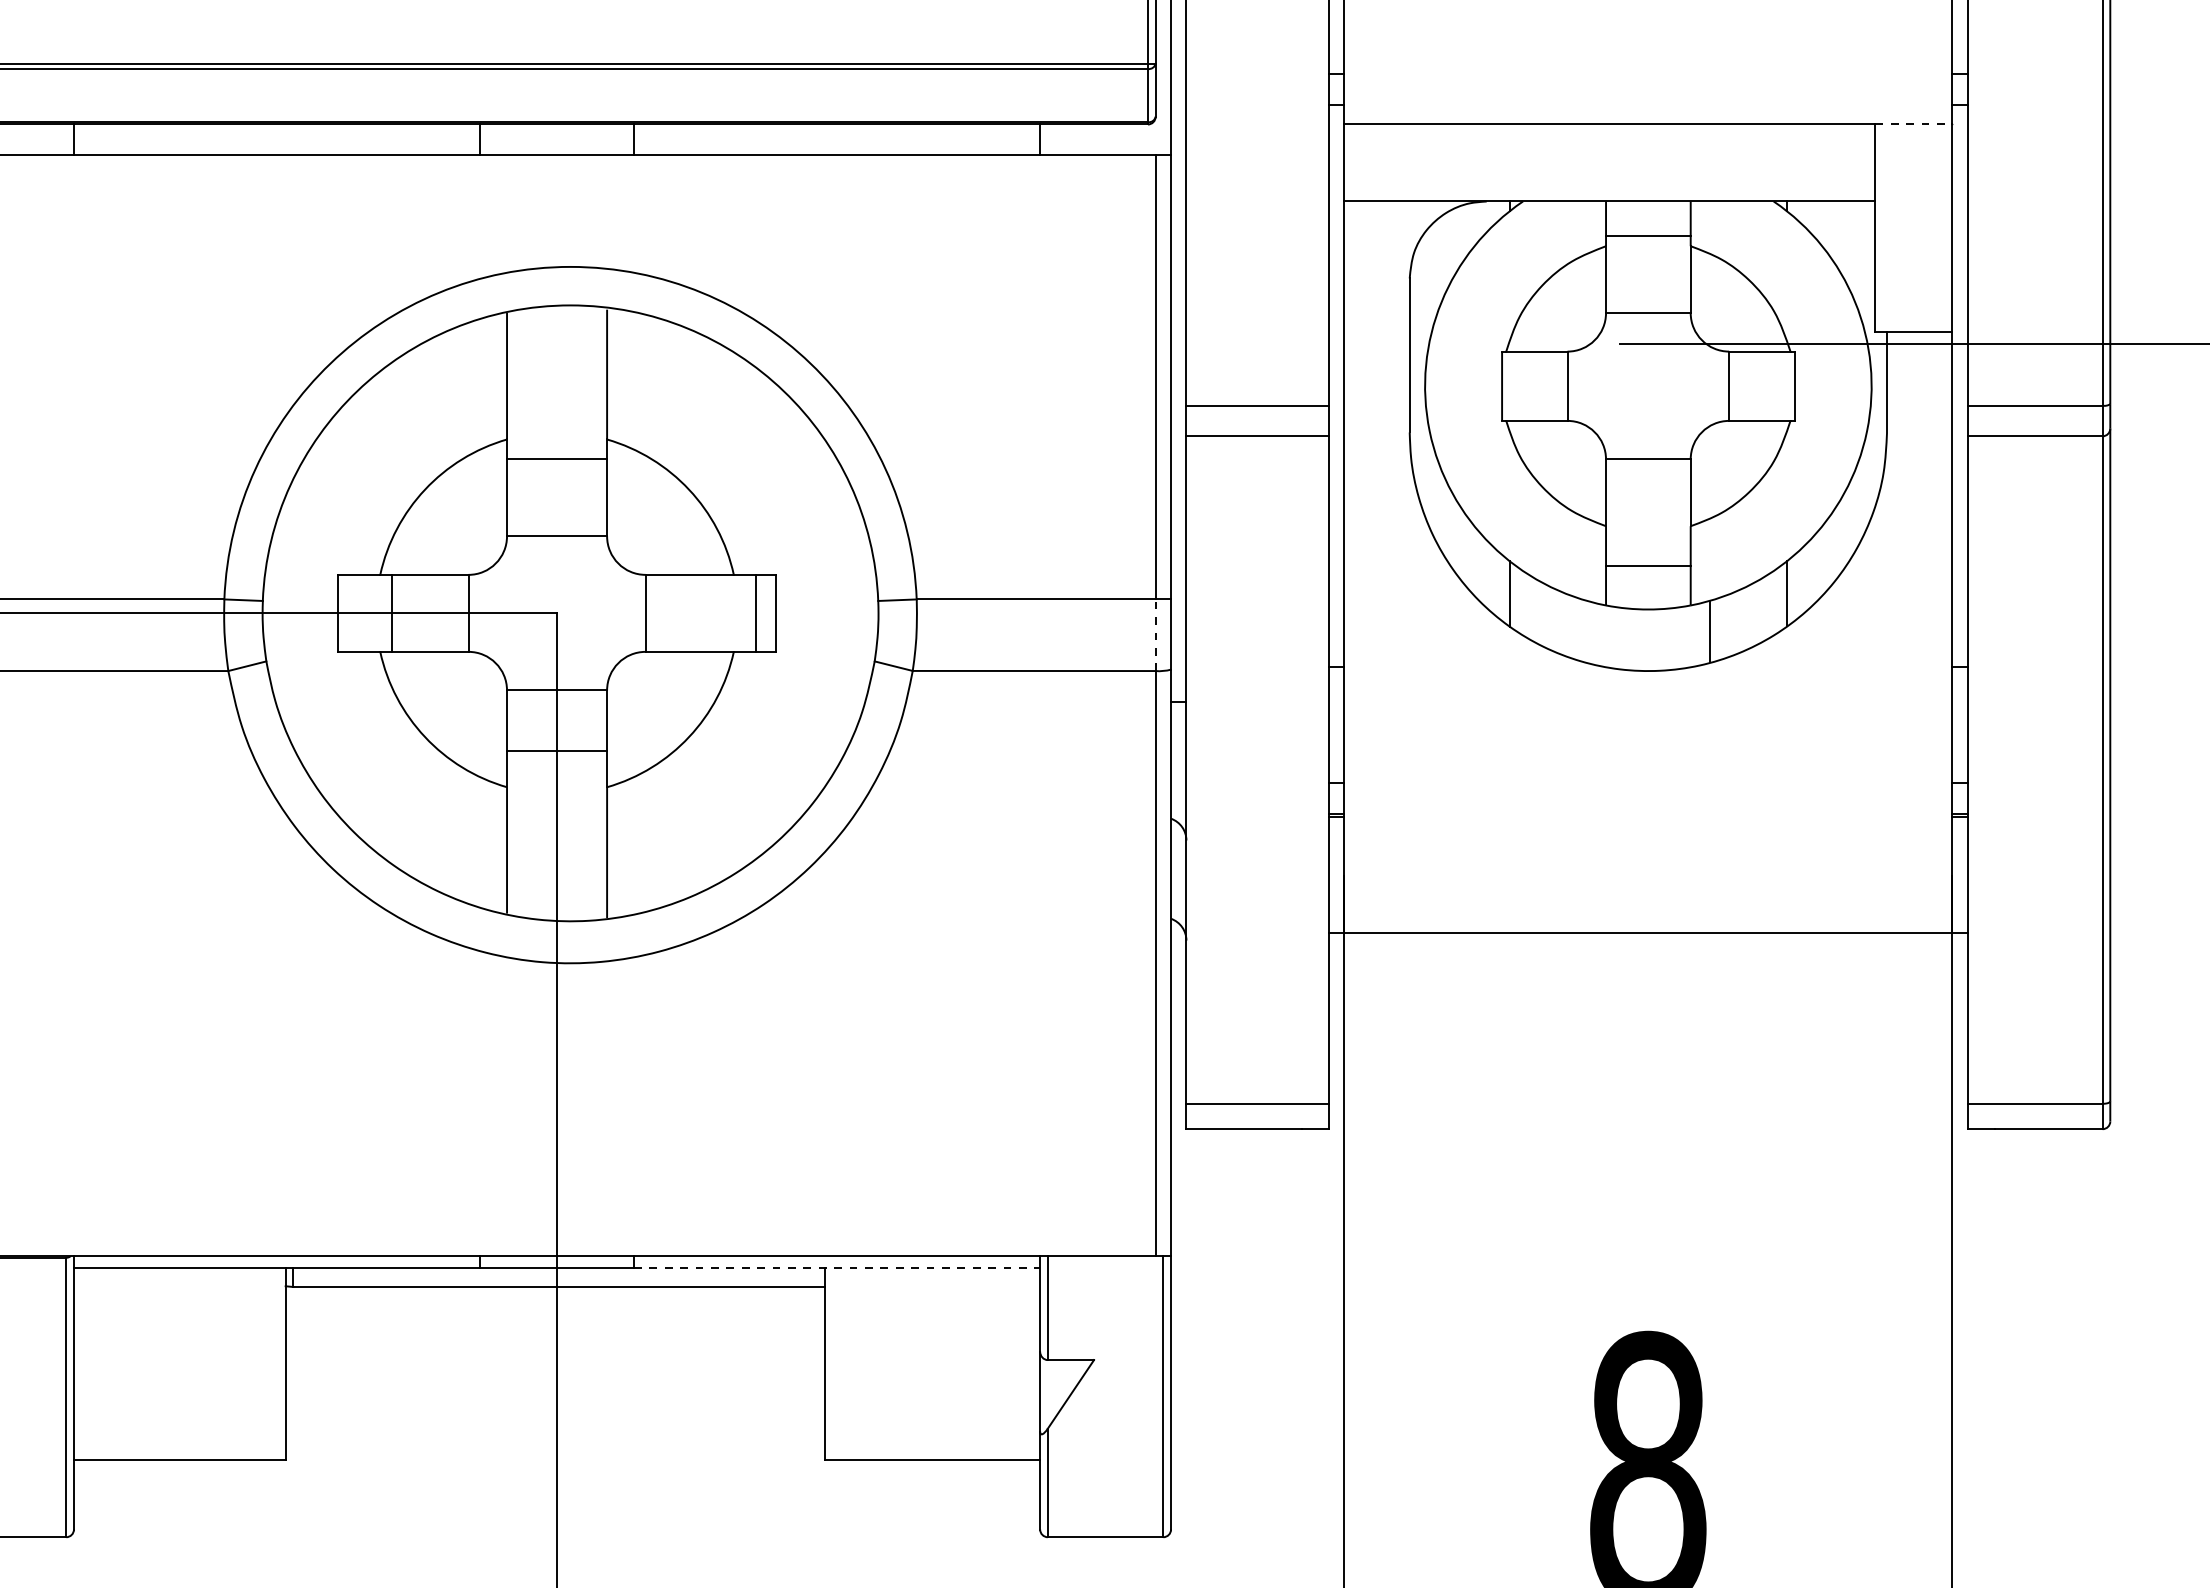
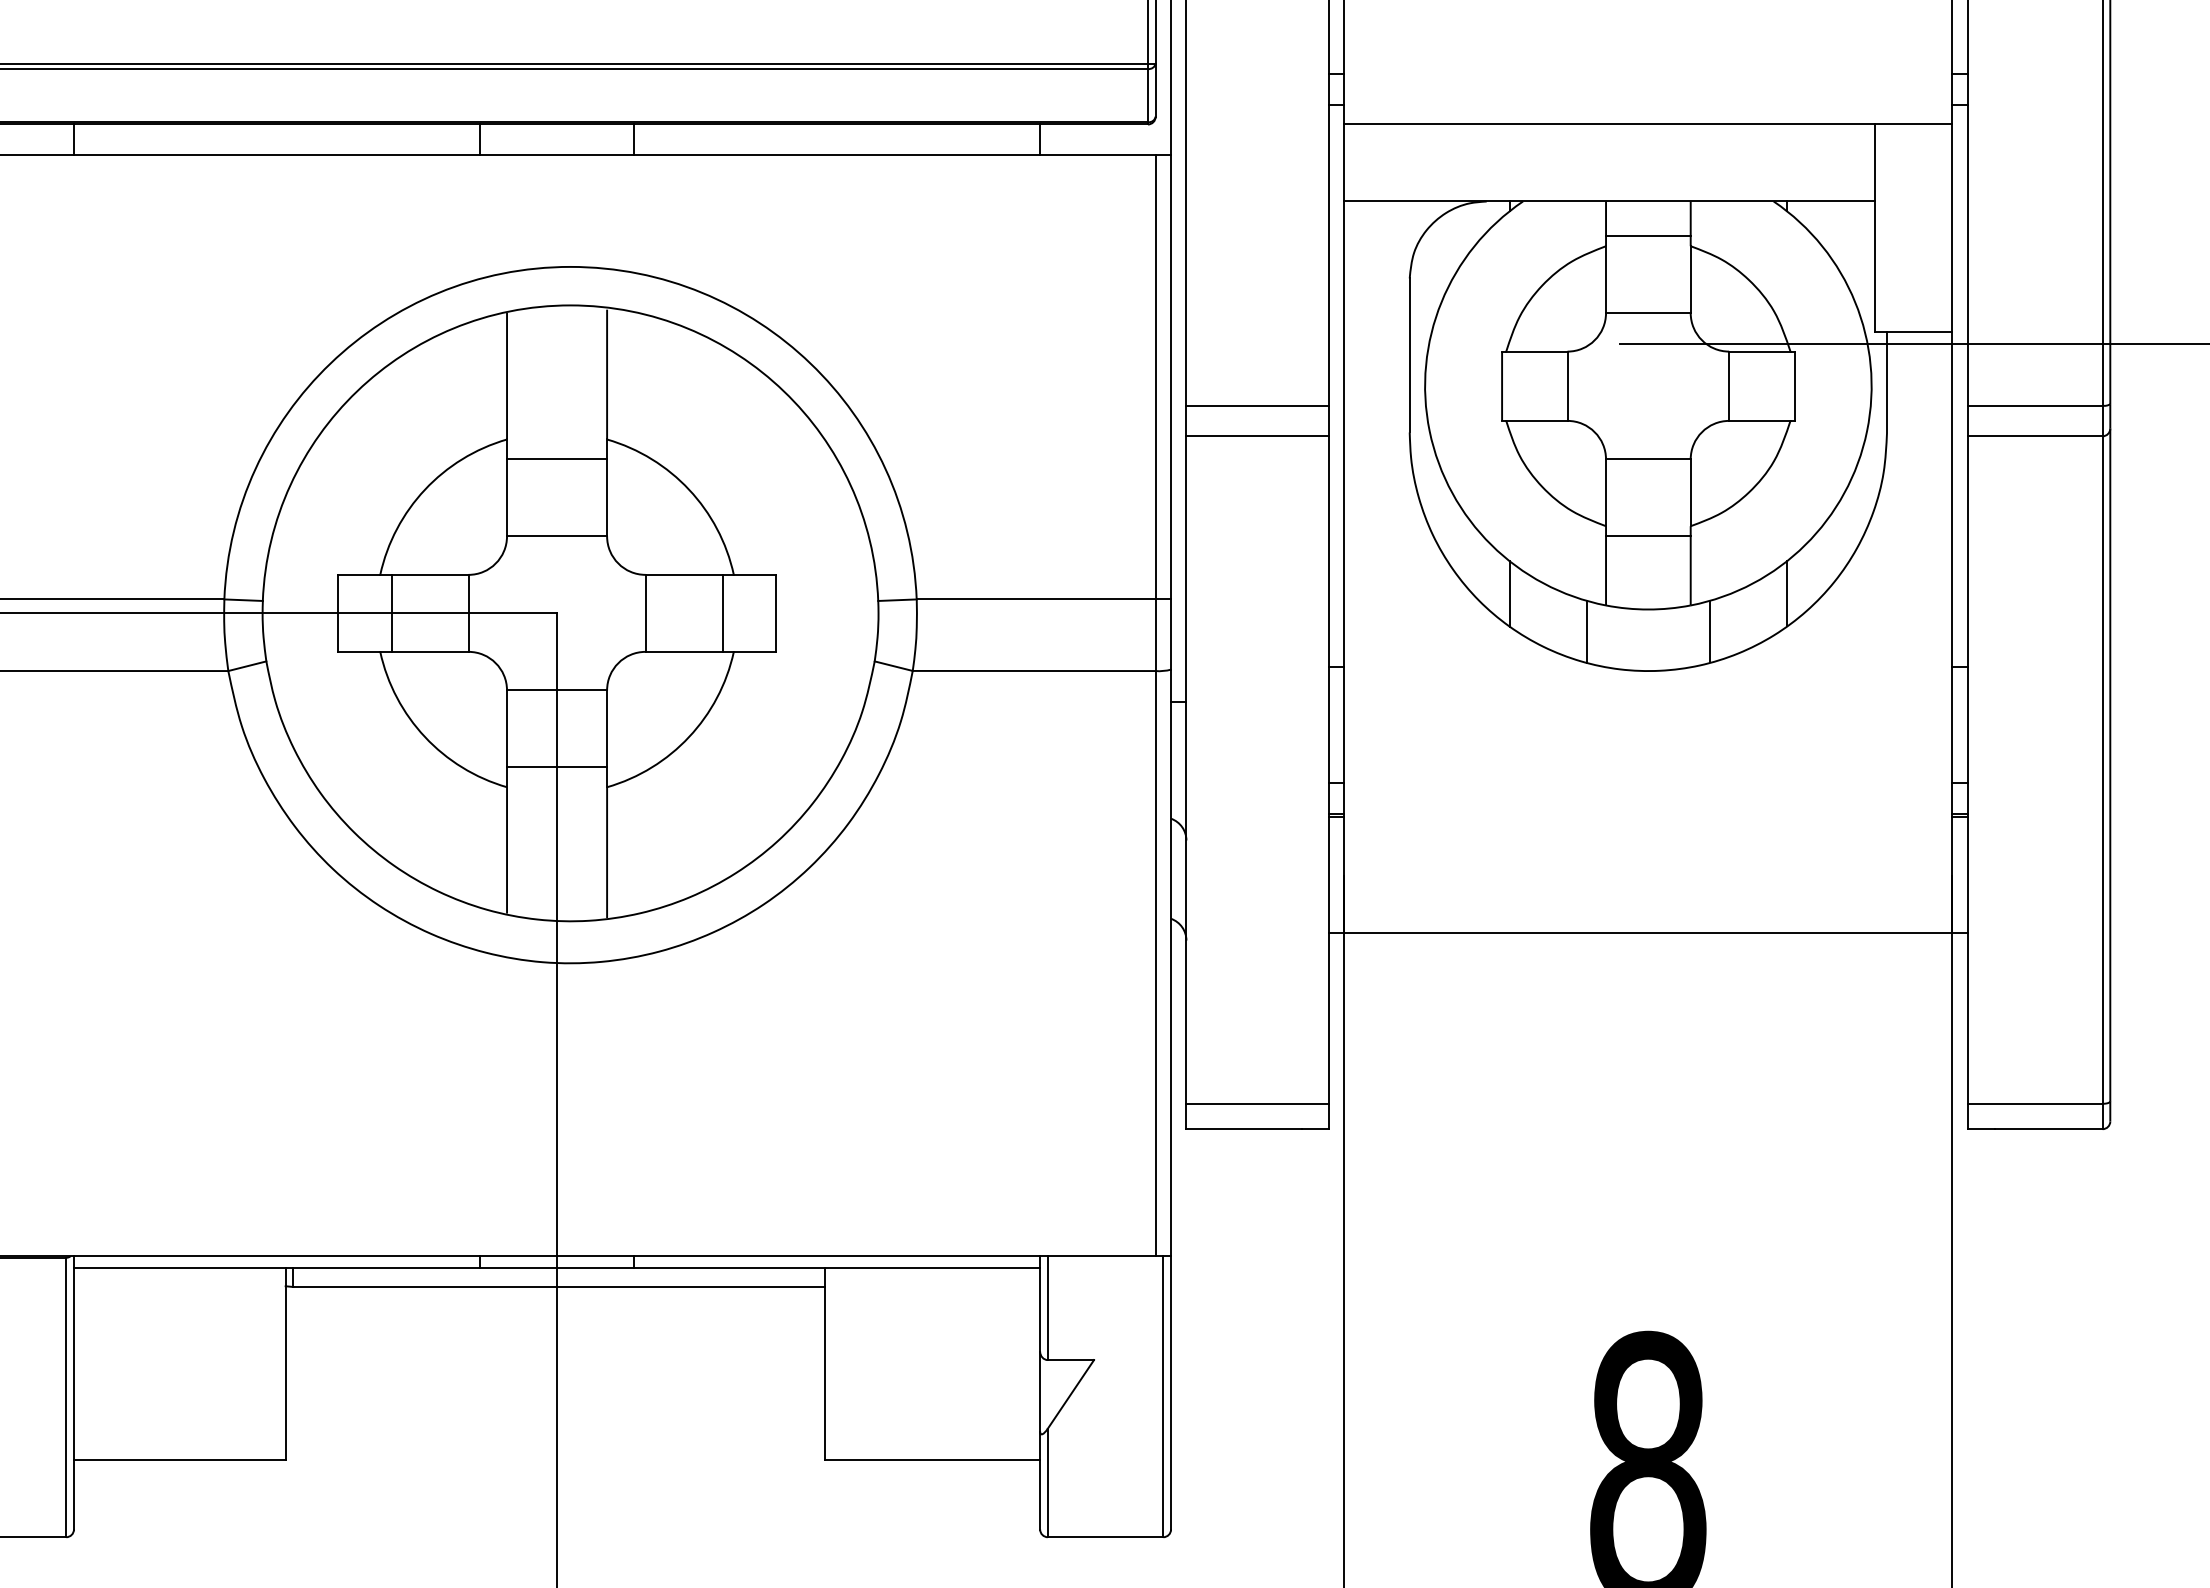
line at (1914, 124): dashed -> solid
line at (1648, 566) position: (1648, 566) -> (1648, 536)
line at (755, 612) position: (755, 612) -> (722, 612)
line at (1586, 631): none -> present
line at (1155, 635): dashed -> solid
line at (557, 751) position: (557, 751) -> (557, 767)
line at (837, 1267): dashed -> solid
